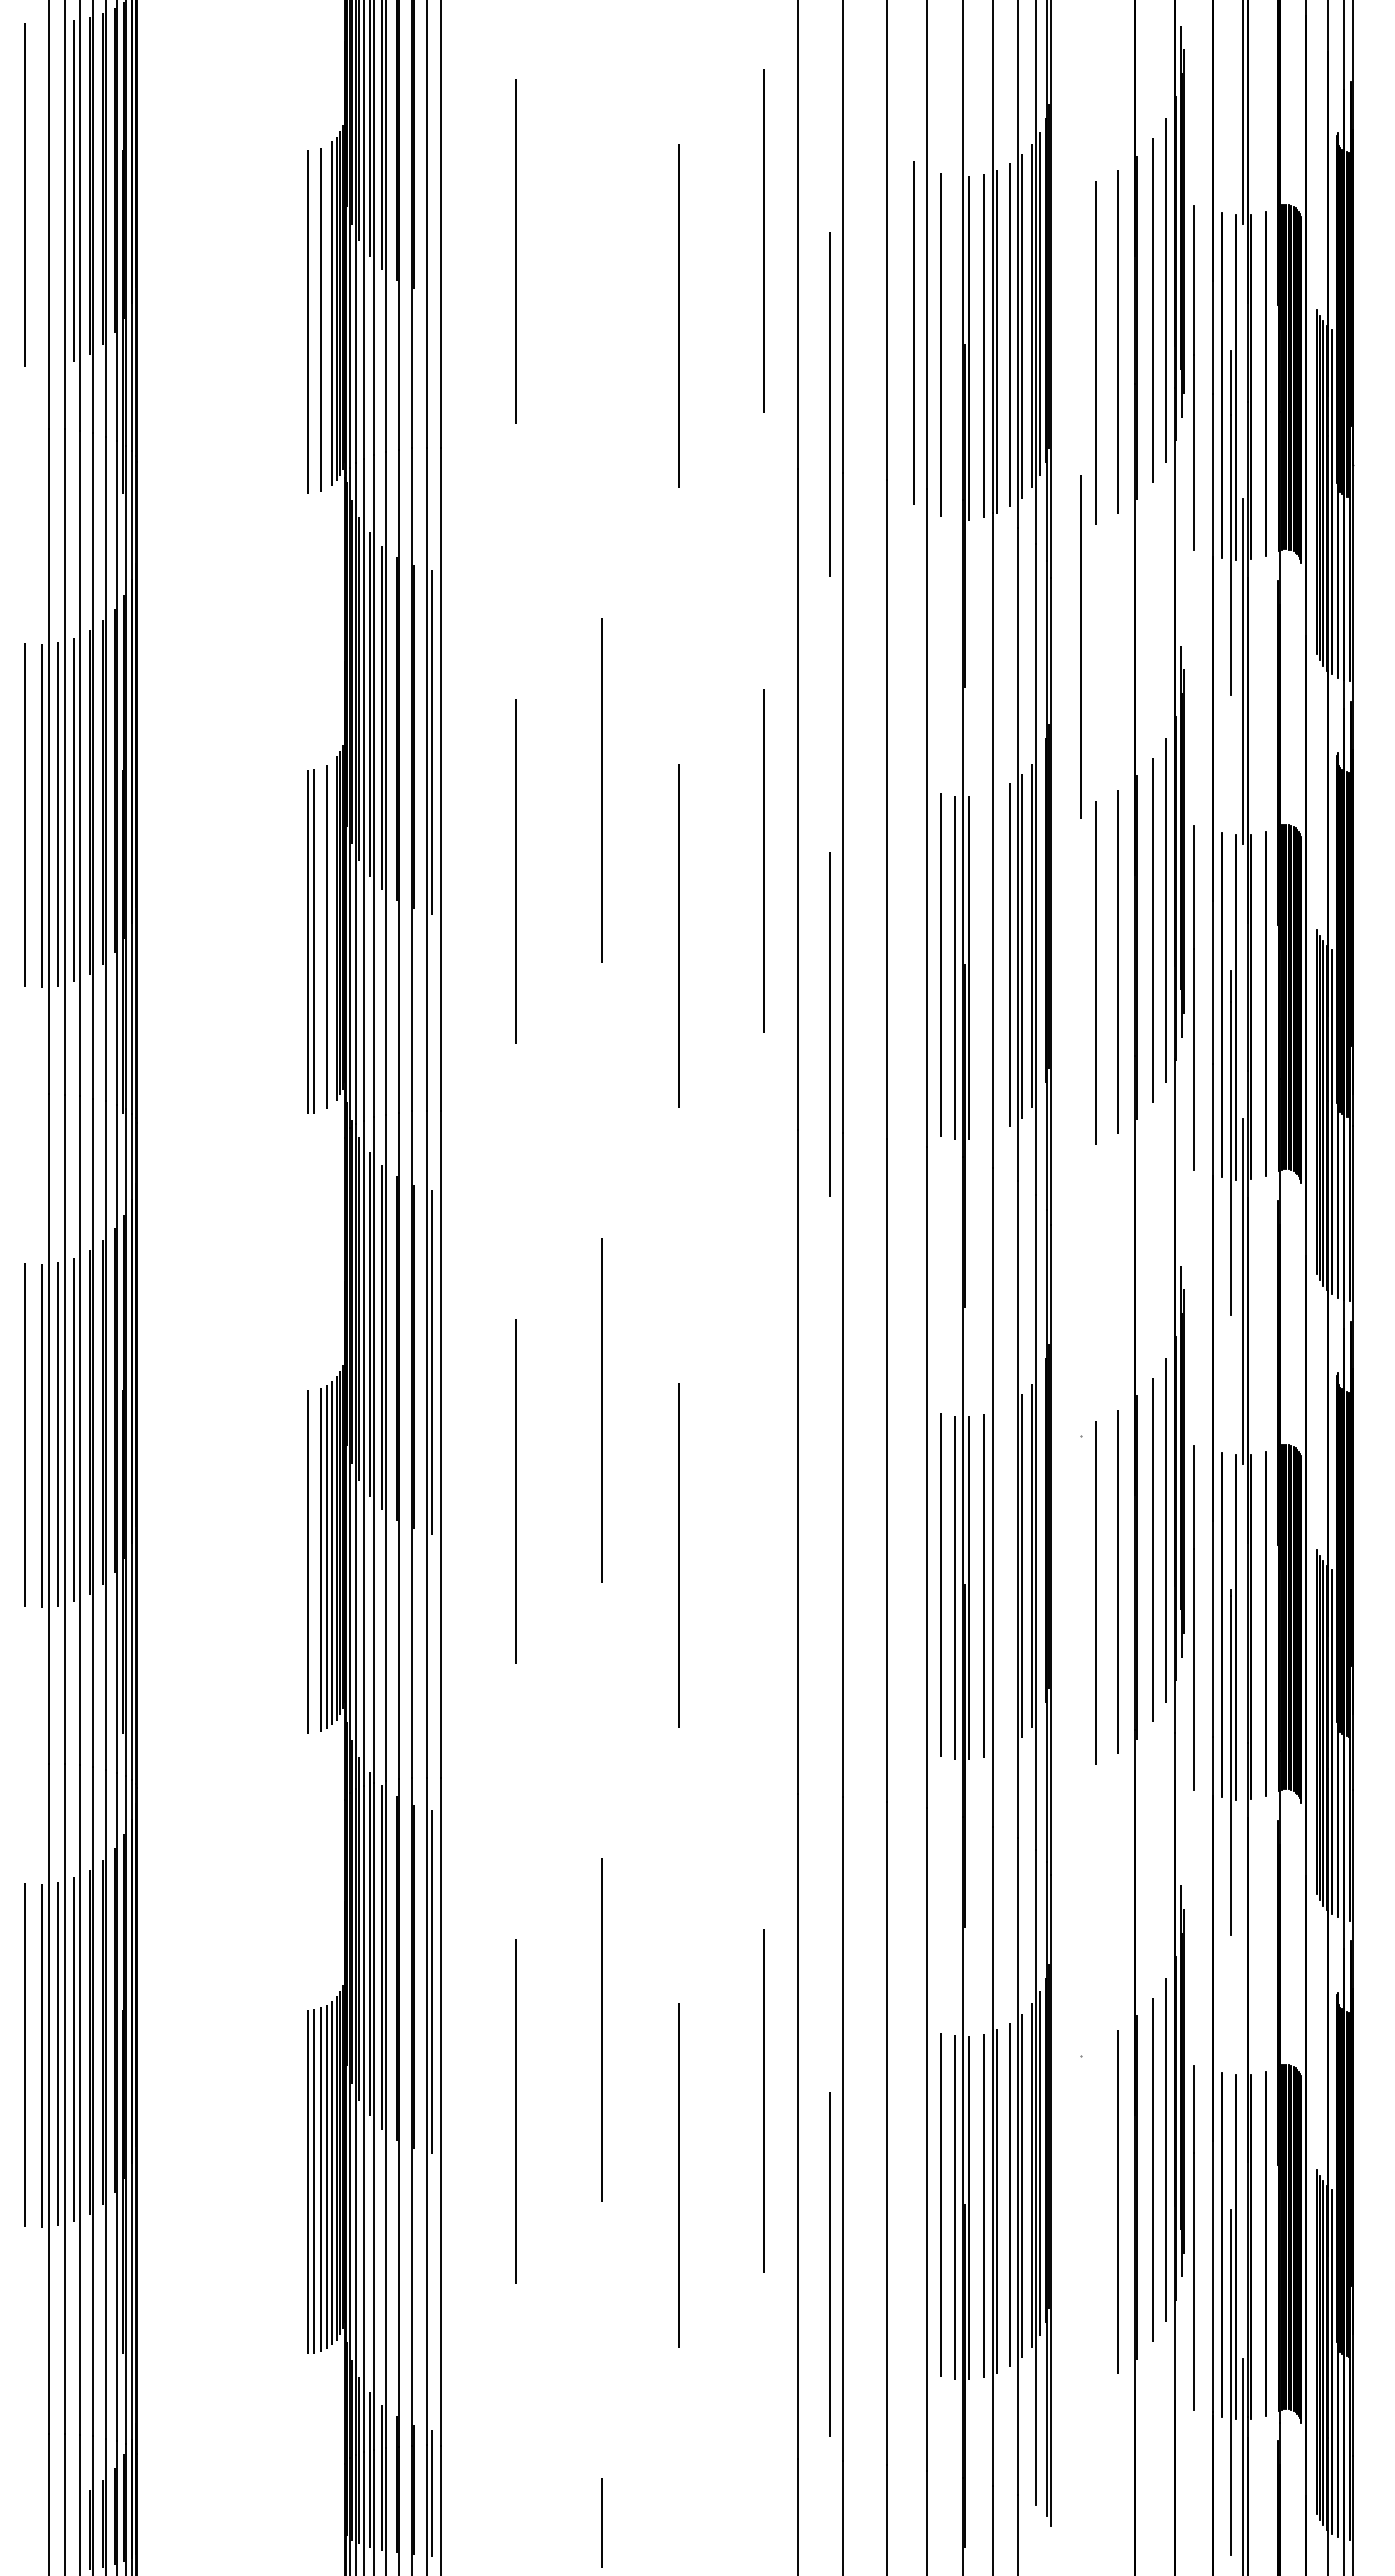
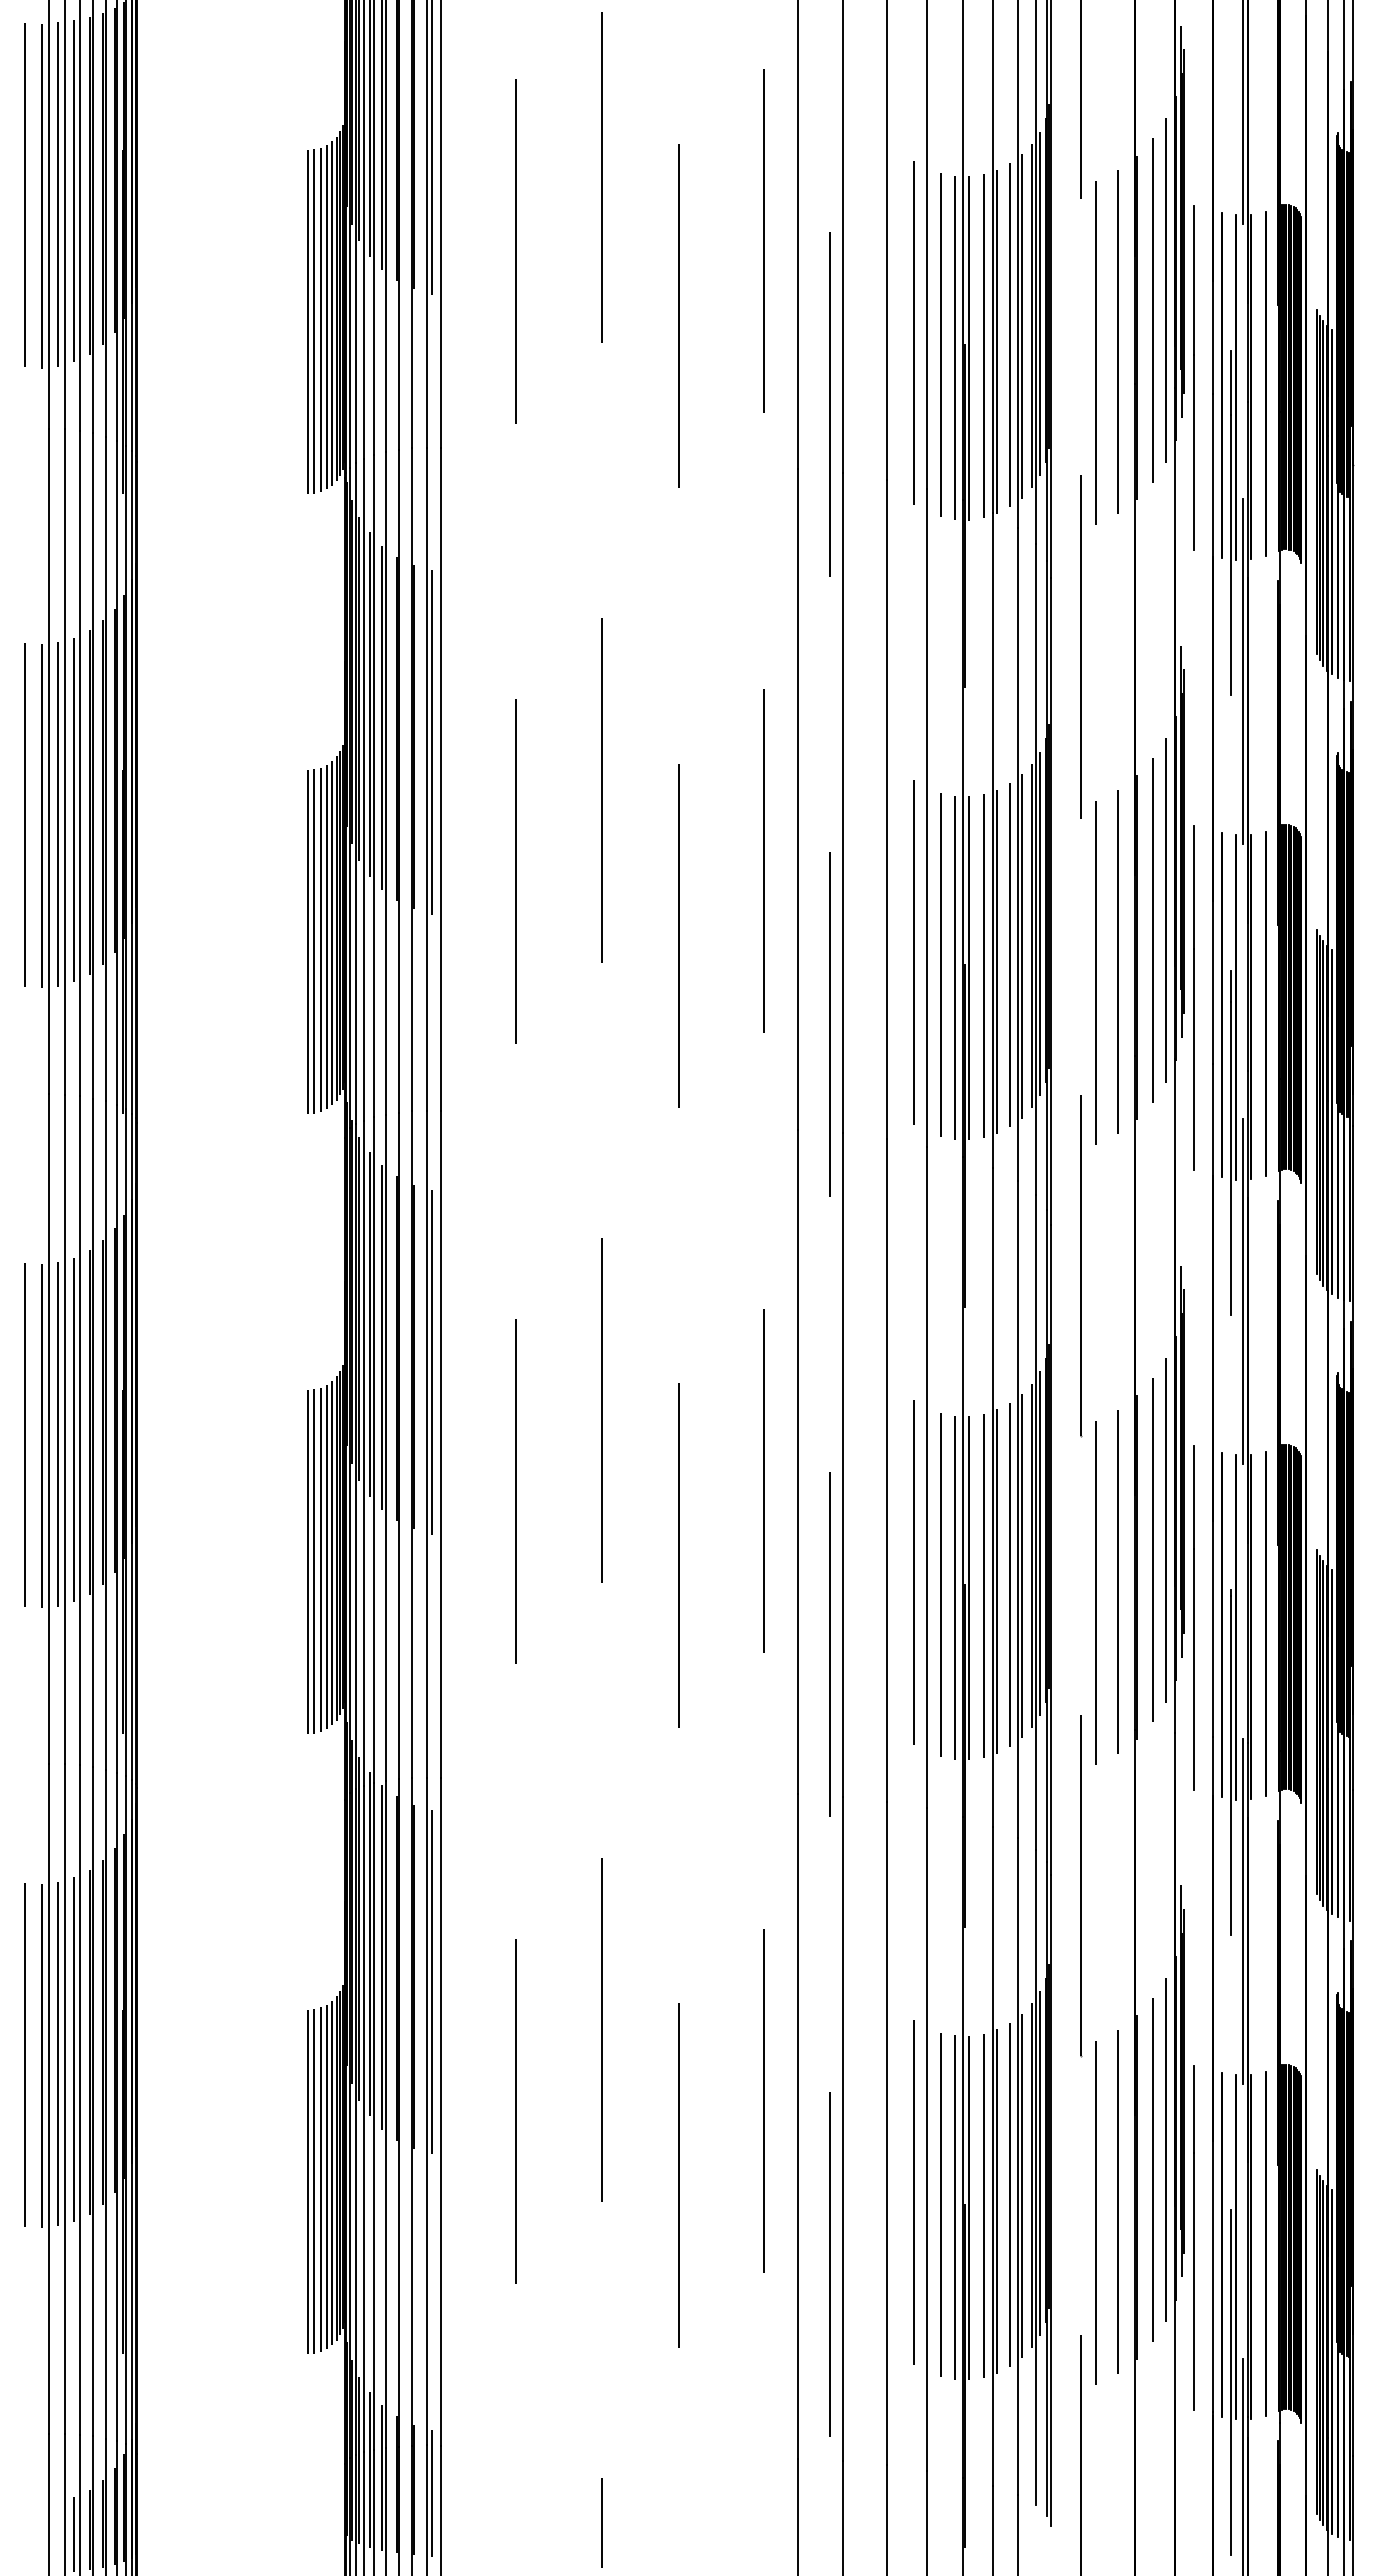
line at (1080, 100): none -> present
line at (431, 148): none -> present
line at (601, 177): none -> present
line at (58, 194): none -> present
line at (41, 196): none -> present
line at (326, 316): none -> present
line at (314, 321): none -> present
line at (954, 347): none -> present
line at (1039, 923): none -> present
line at (331, 933): none -> present
line at (320, 939): none -> present
line at (913, 952): none -> present
line at (997, 961): none -> present
line at (983, 966): none -> present
line at (1080, 1265): none -> present
line at (763, 1480): none -> present
line at (1039, 1543): none -> present
line at (314, 1561): none -> present
line at (913, 1572): none -> present
line at (1010, 1574): none -> present
line at (997, 1581): none -> present
line at (829, 1644): none -> present
line at (1080, 1885): none -> present
line at (1243, 1911): none -> present
line at (914, 2192): none -> present
line at (1095, 2212): none -> present
line at (1080, 2453): none -> present
line at (74, 2534): none -> present
